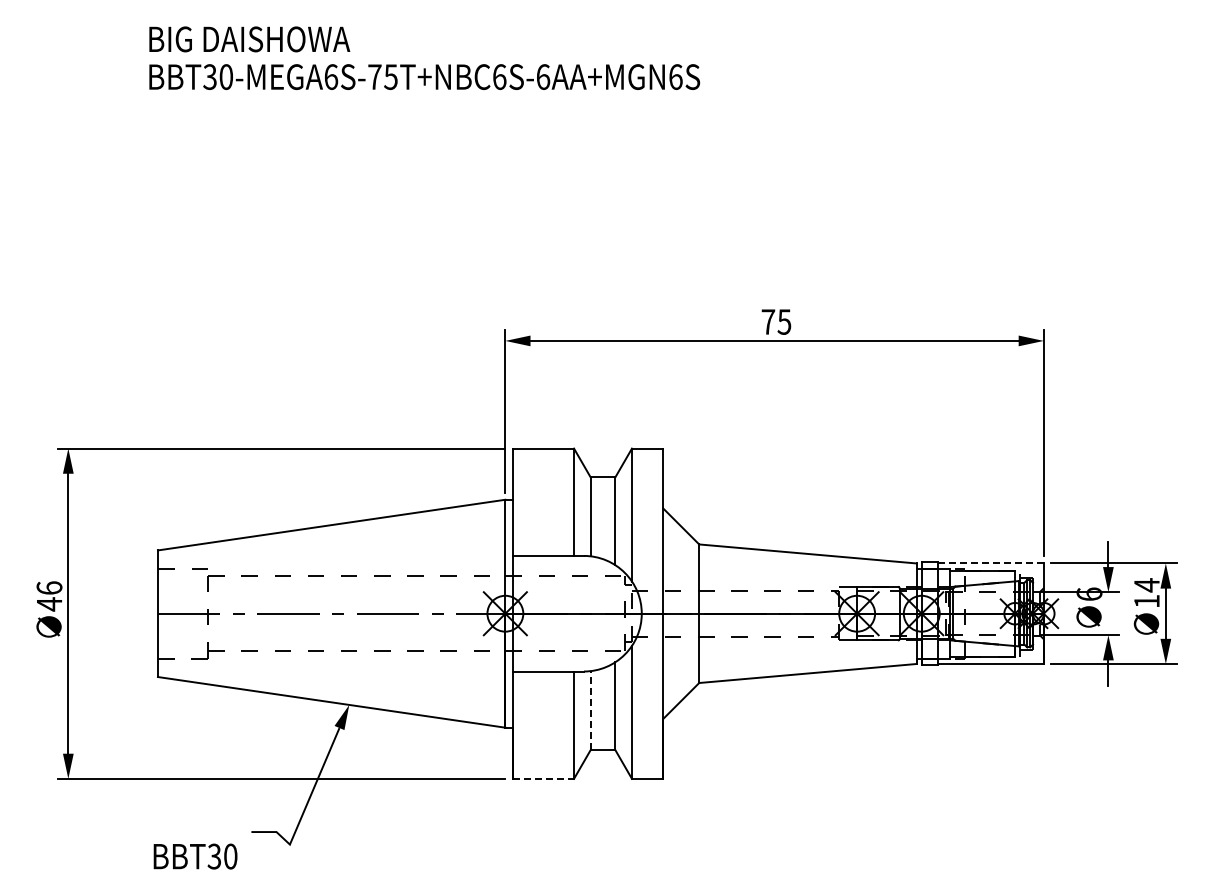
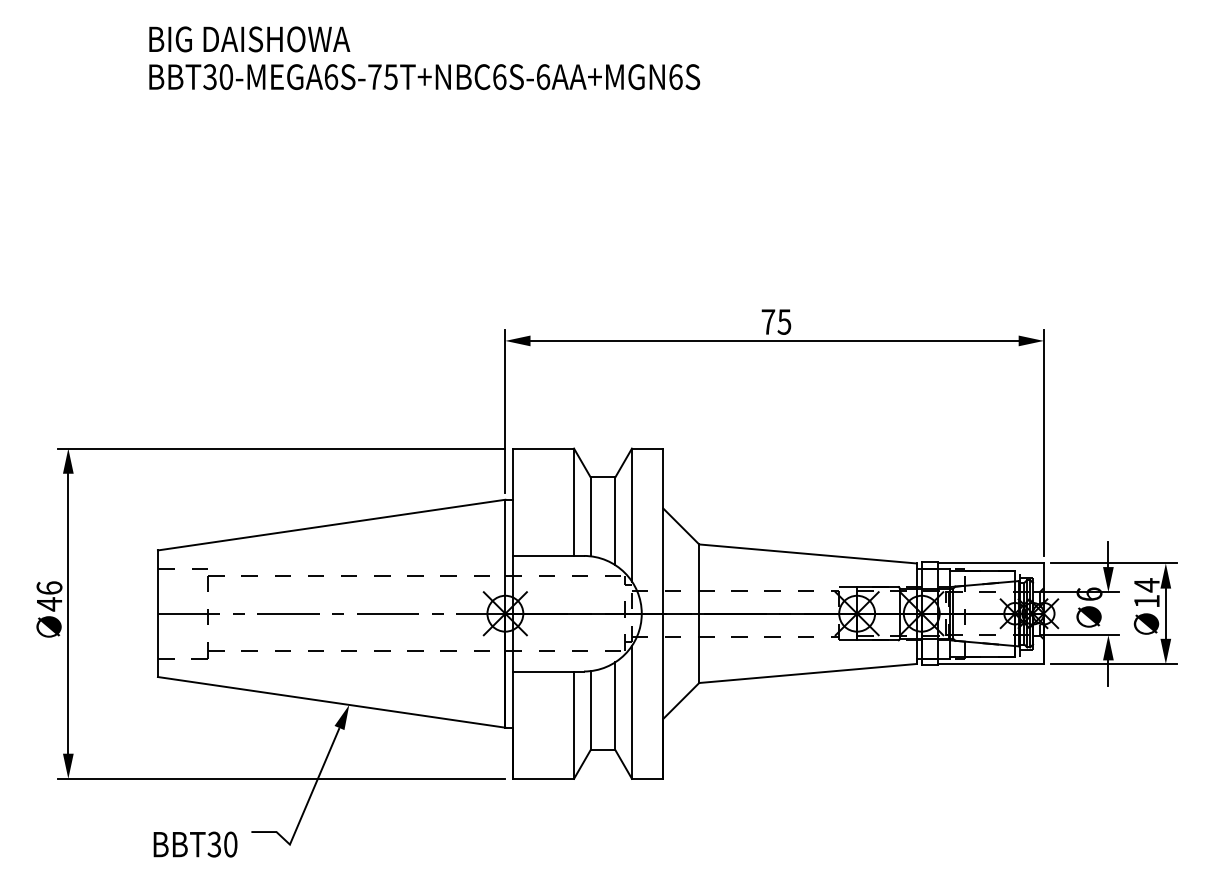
line at (991, 563): dashed -> solid
line at (590, 710): dashed -> solid
line at (543, 778): dashed -> solid
text at (195, 856) position: (195, 856) -> (195, 844)
